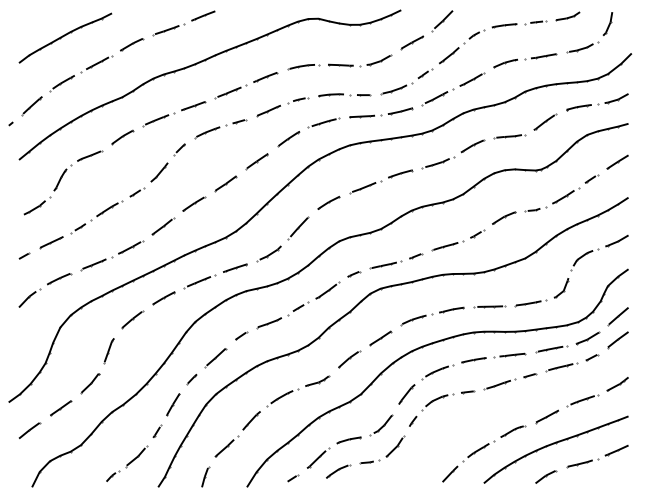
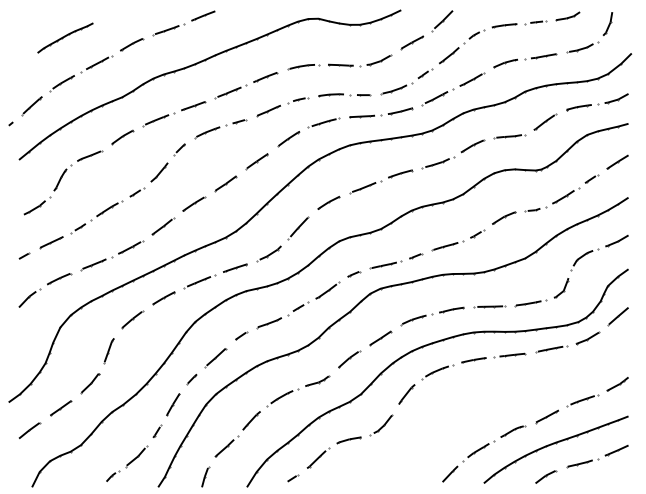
part at (65, 37) size: 95x52 px -> 57x32 px
part at (474, 392): present -> none
